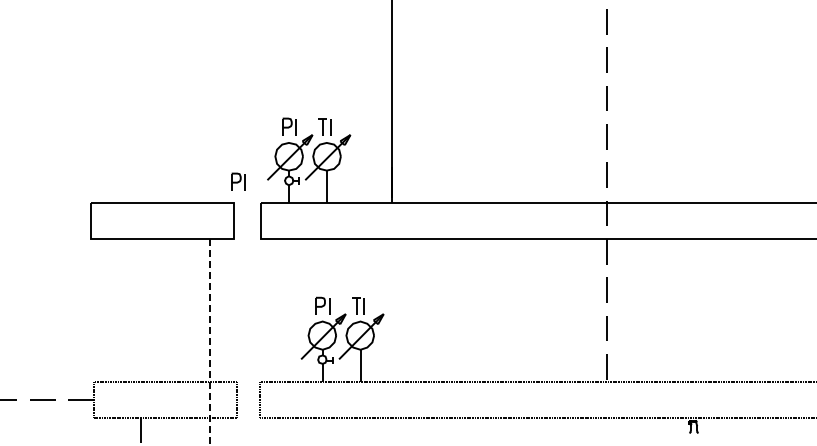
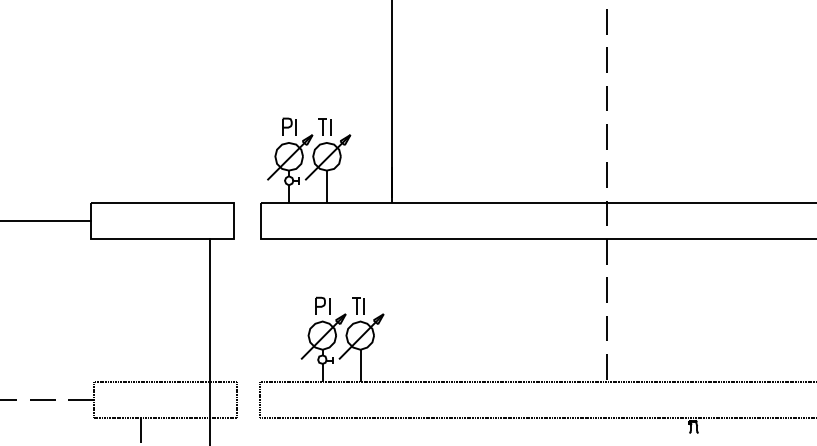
part at (238, 181): present -> none
line at (46, 220): none -> present
line at (210, 342): dashed -> solid
